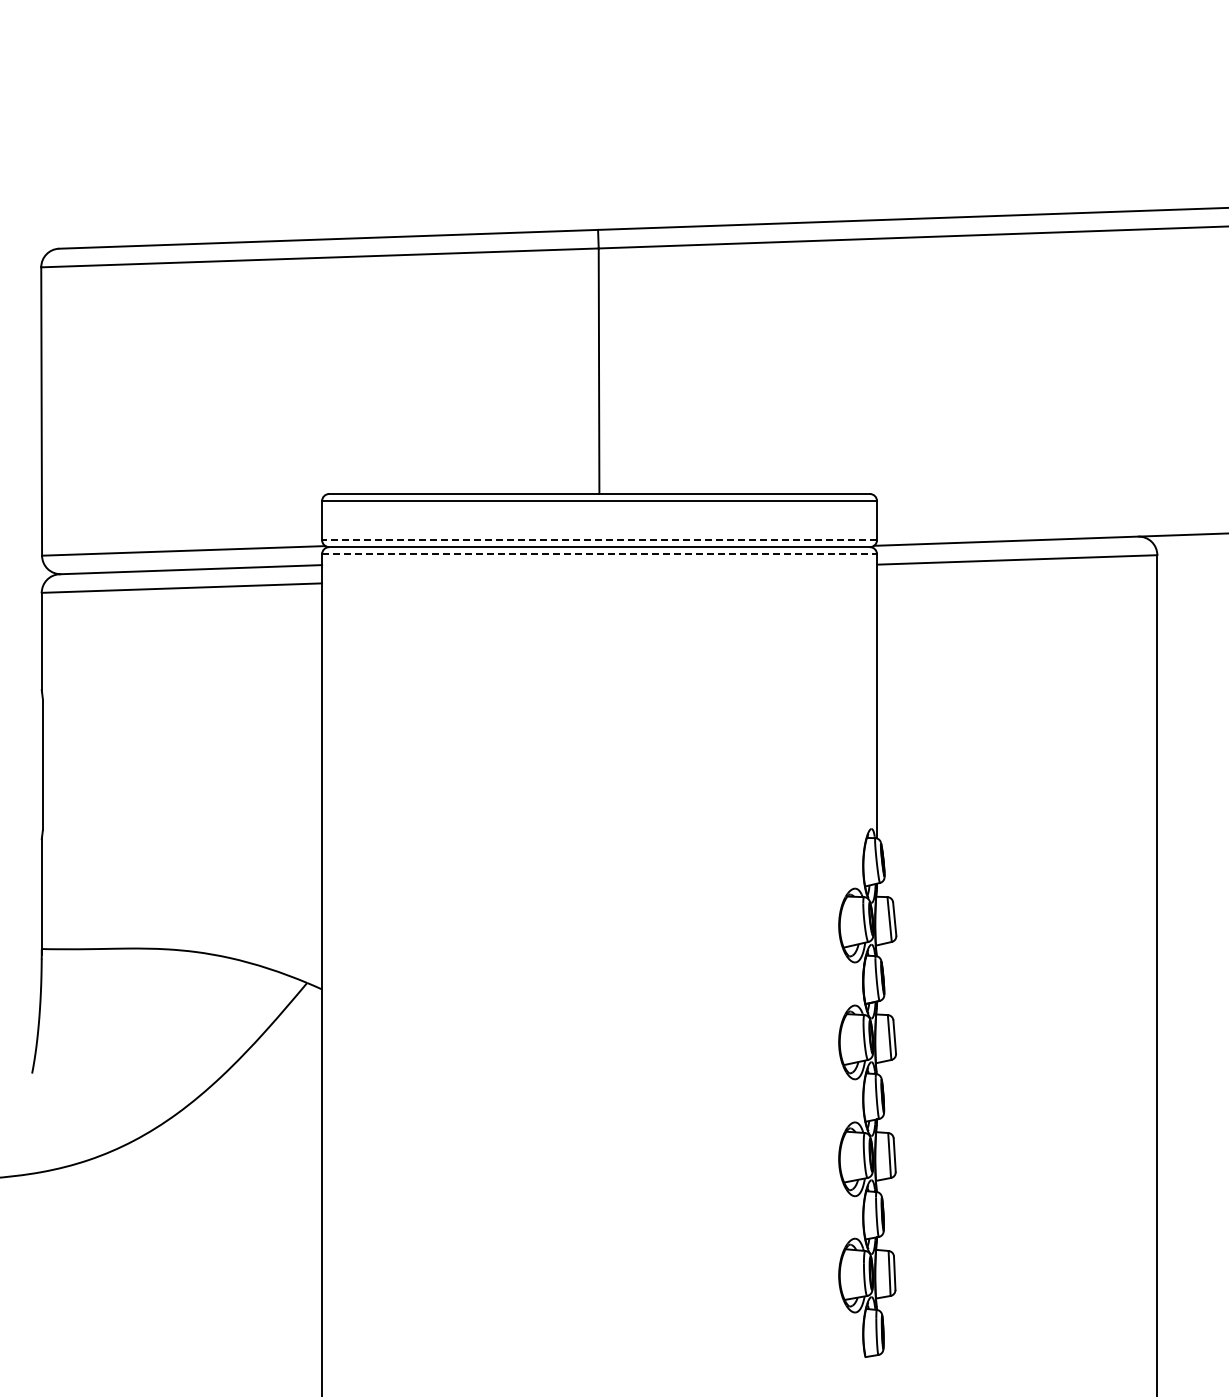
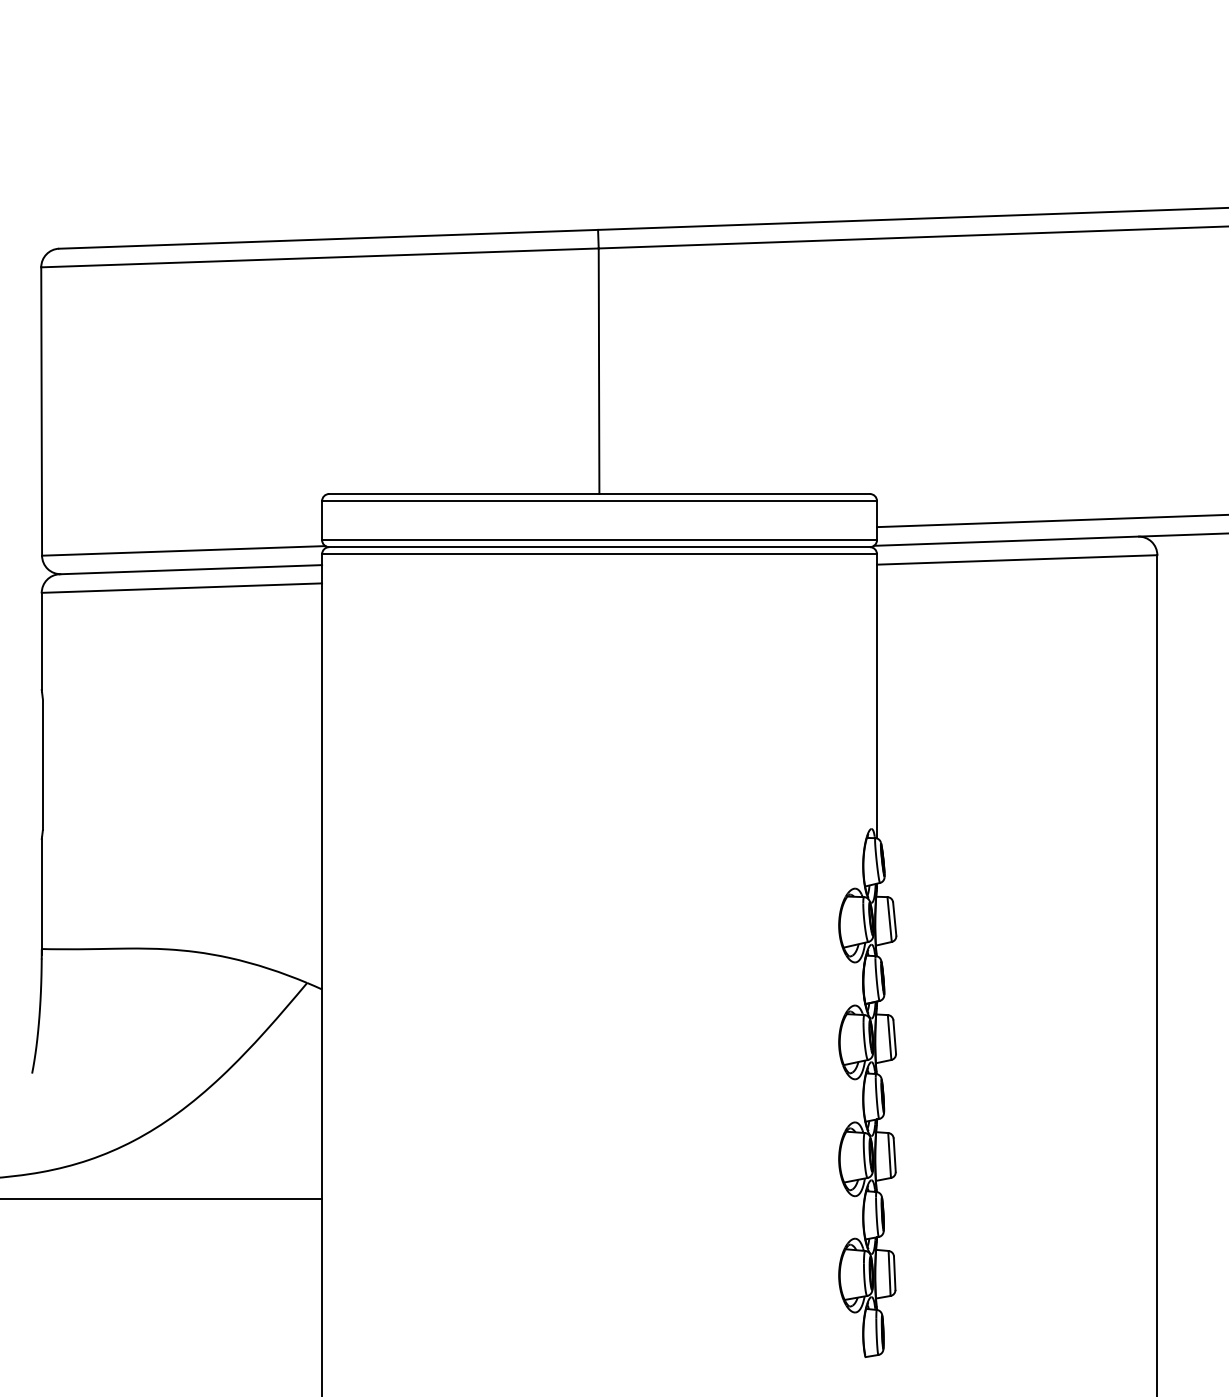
line at (1051, 520): none -> present
line at (599, 540): dashed -> solid
line at (600, 554): dashed -> solid
line at (162, 1199): none -> present
